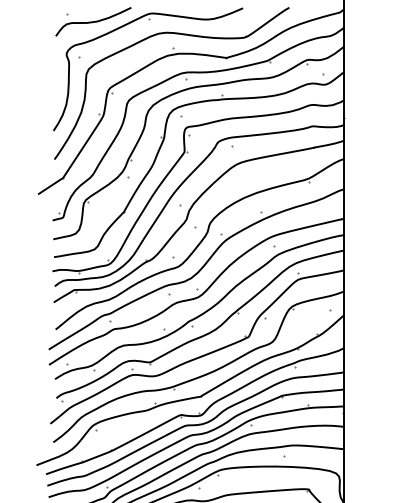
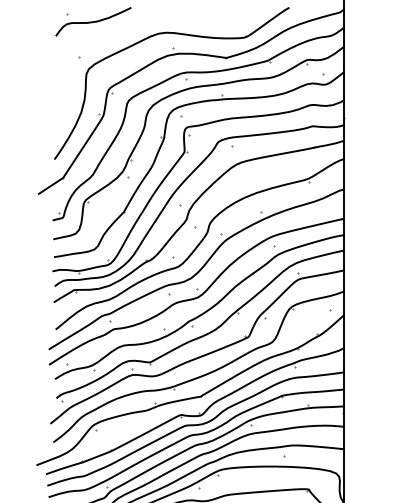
part at (149, 20): present -> none
